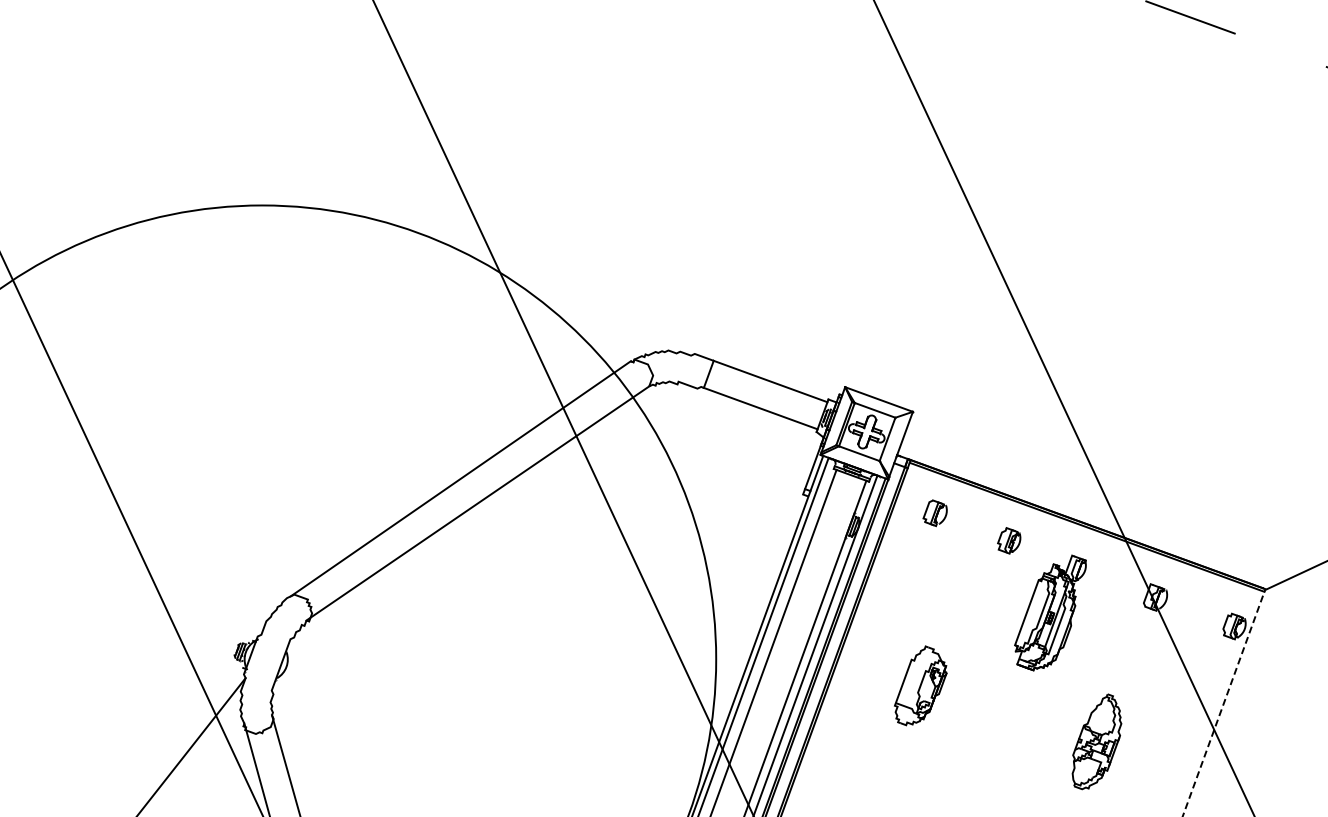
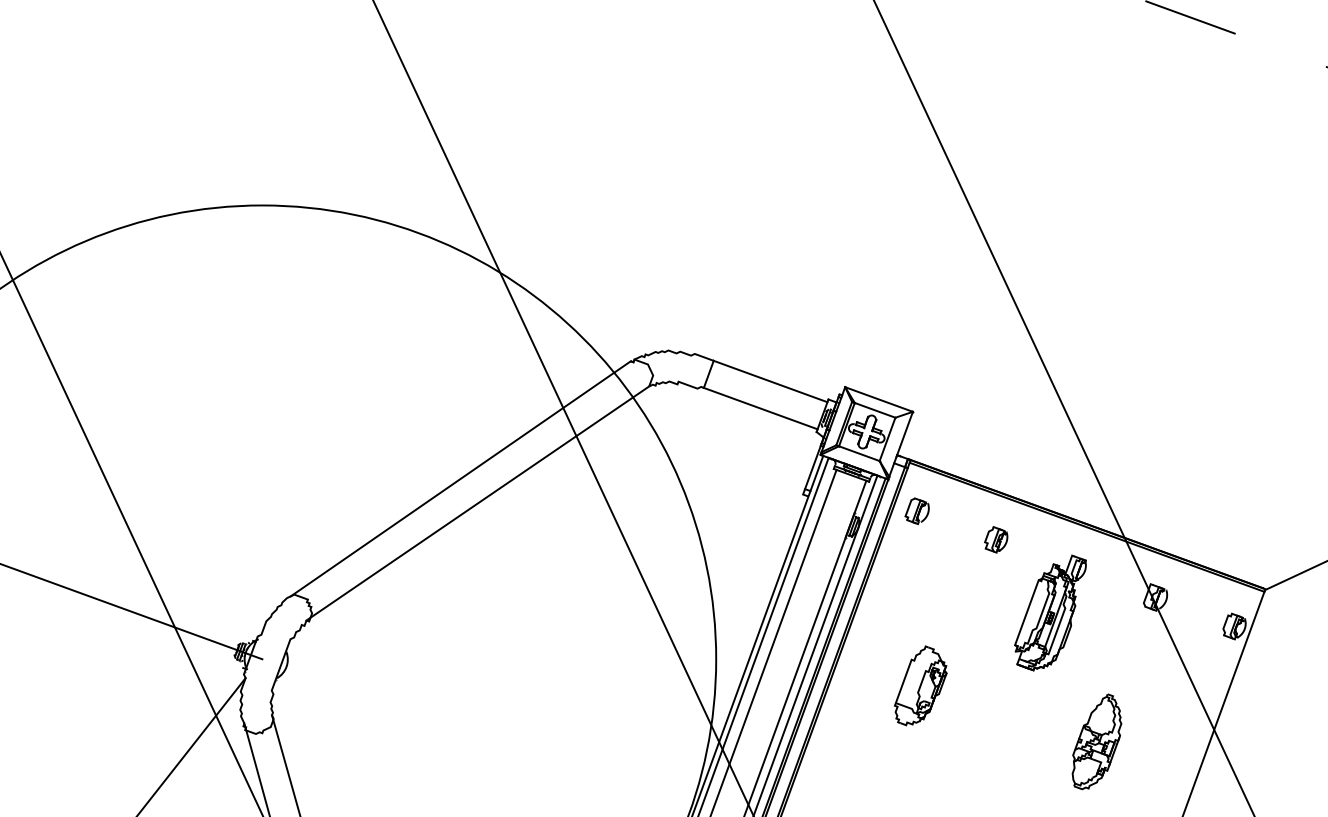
part at (934, 513) position: (934, 513) -> (916, 511)
part at (1009, 540) position: (1009, 540) -> (996, 539)
line at (132, 611): none -> present
line at (1223, 704): dashed -> solid
